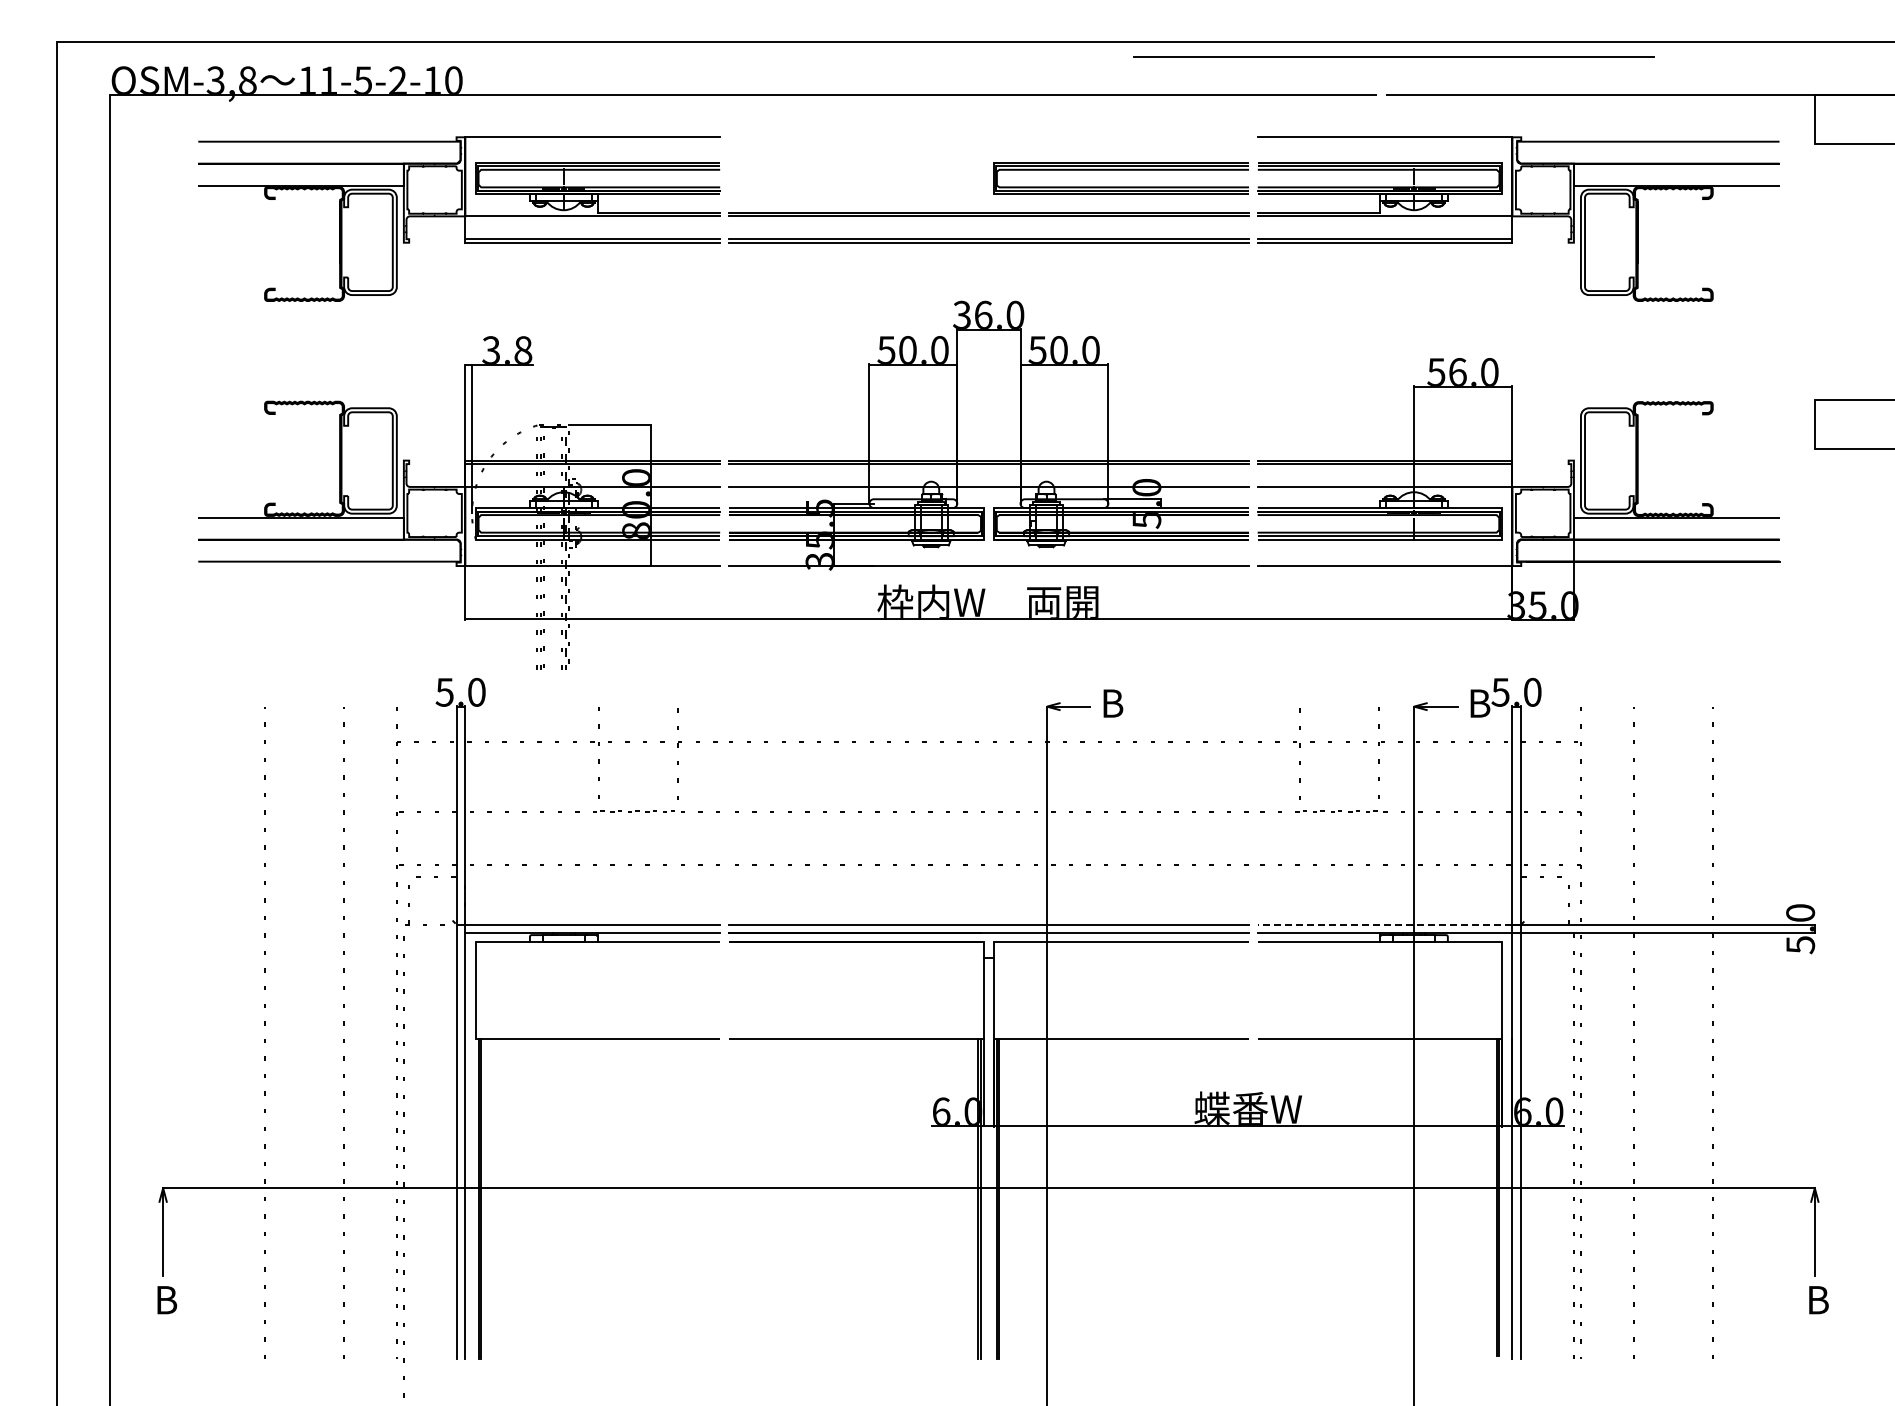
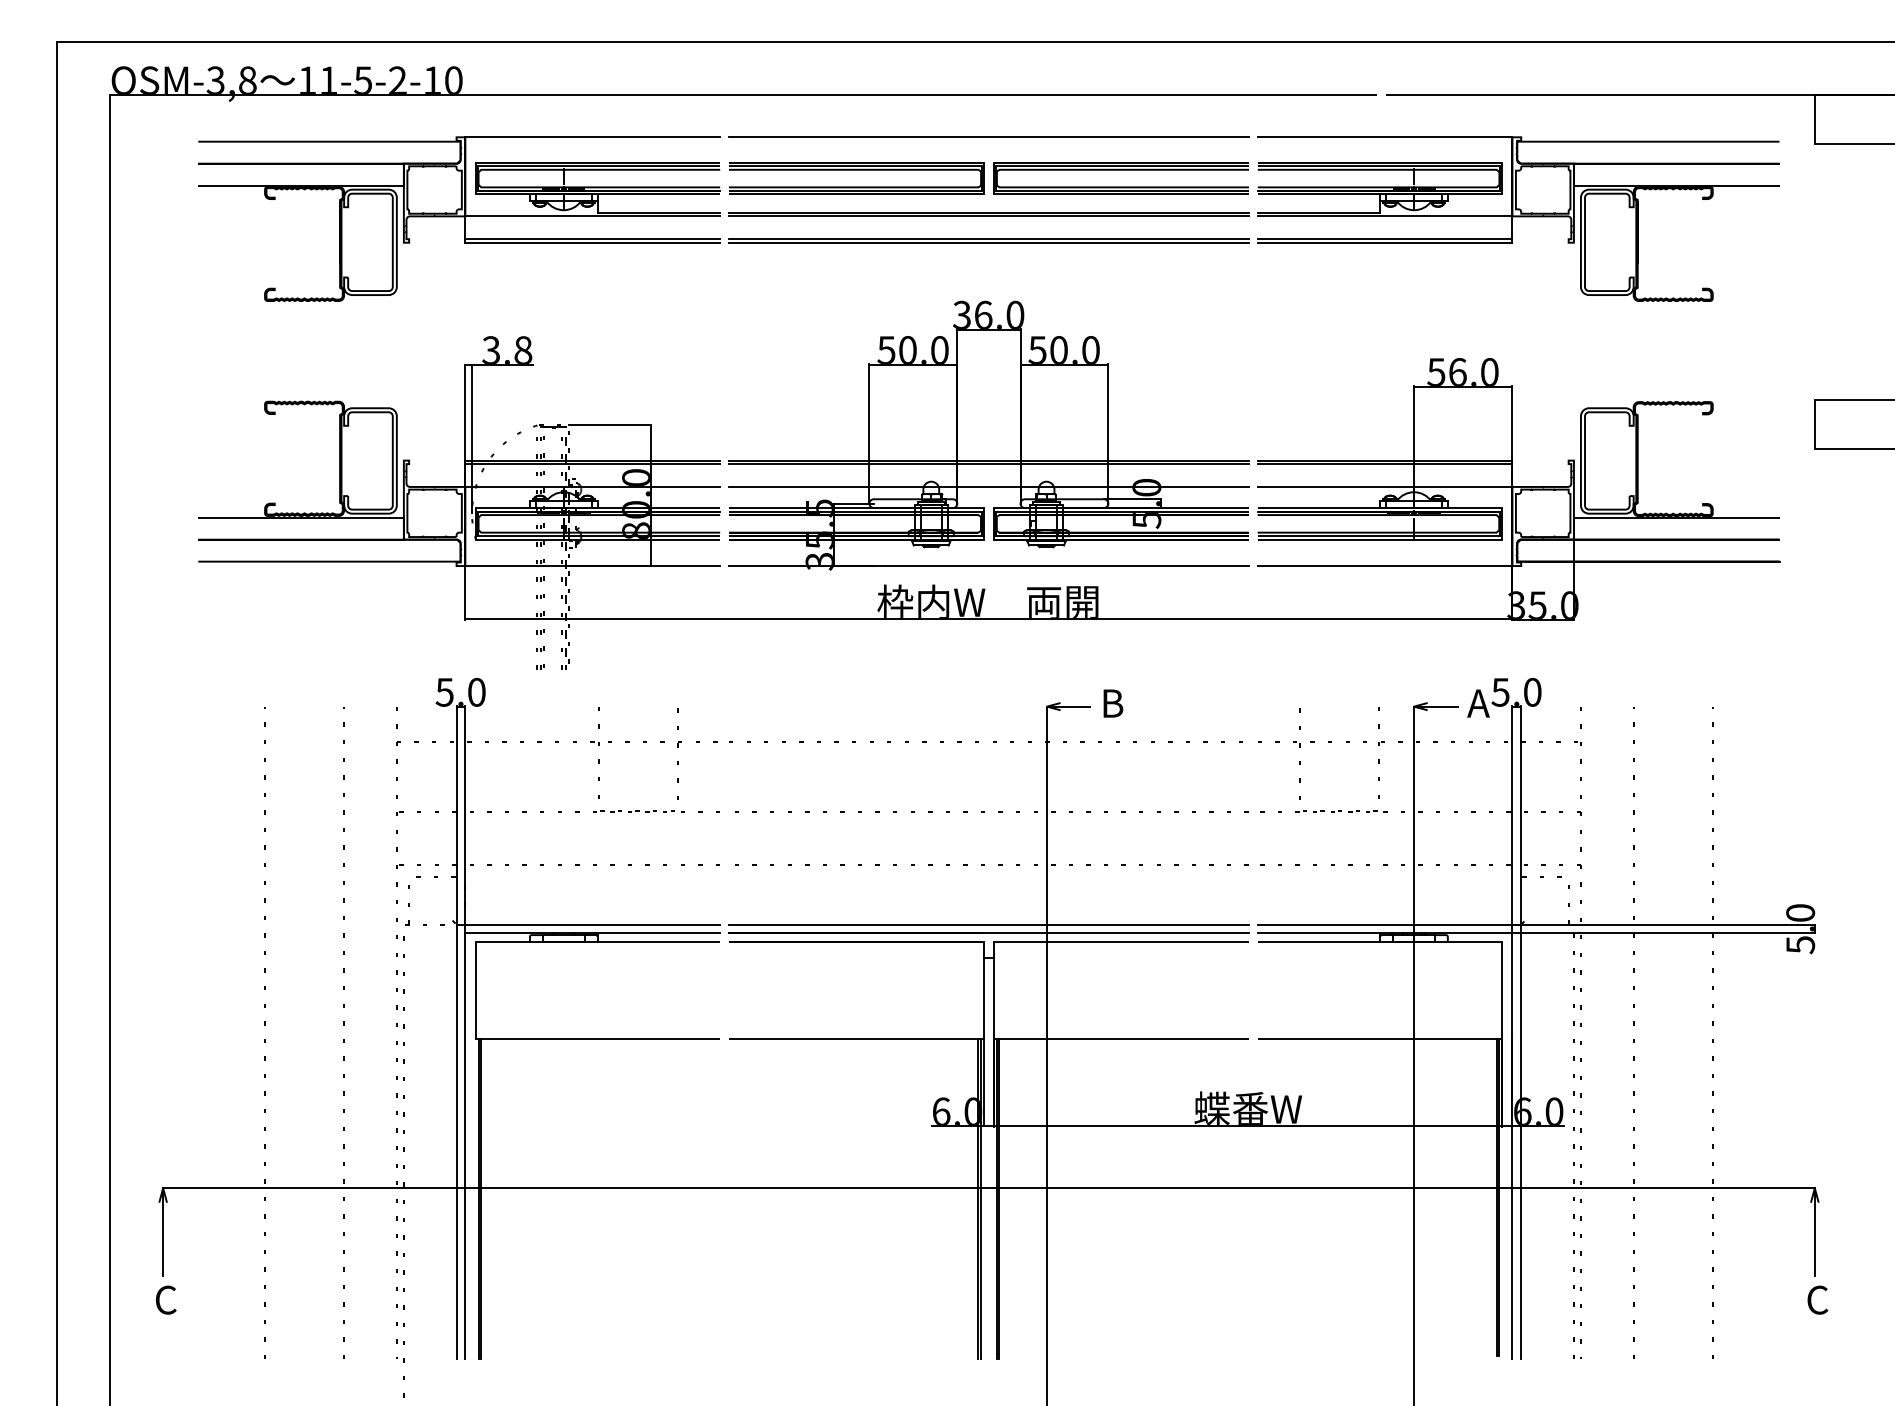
line at (1393, 56) position: (1393, 56) -> (988, 136)
part at (856, 170): none -> present
text at (1478, 703): B -> A
line at (1384, 924): dashed -> solid
text at (166, 1299): B -> C
text at (1817, 1299): B -> C
